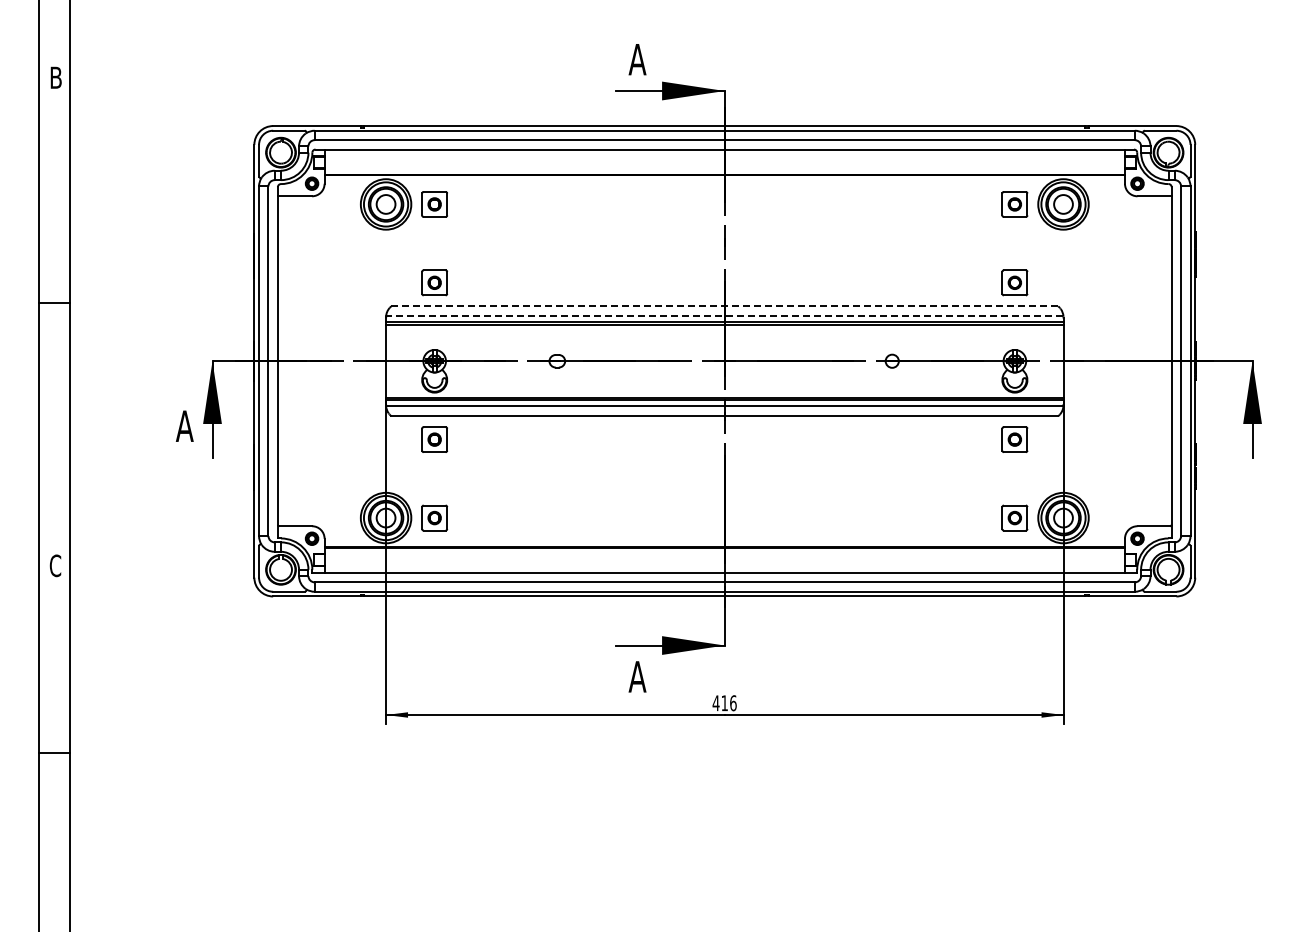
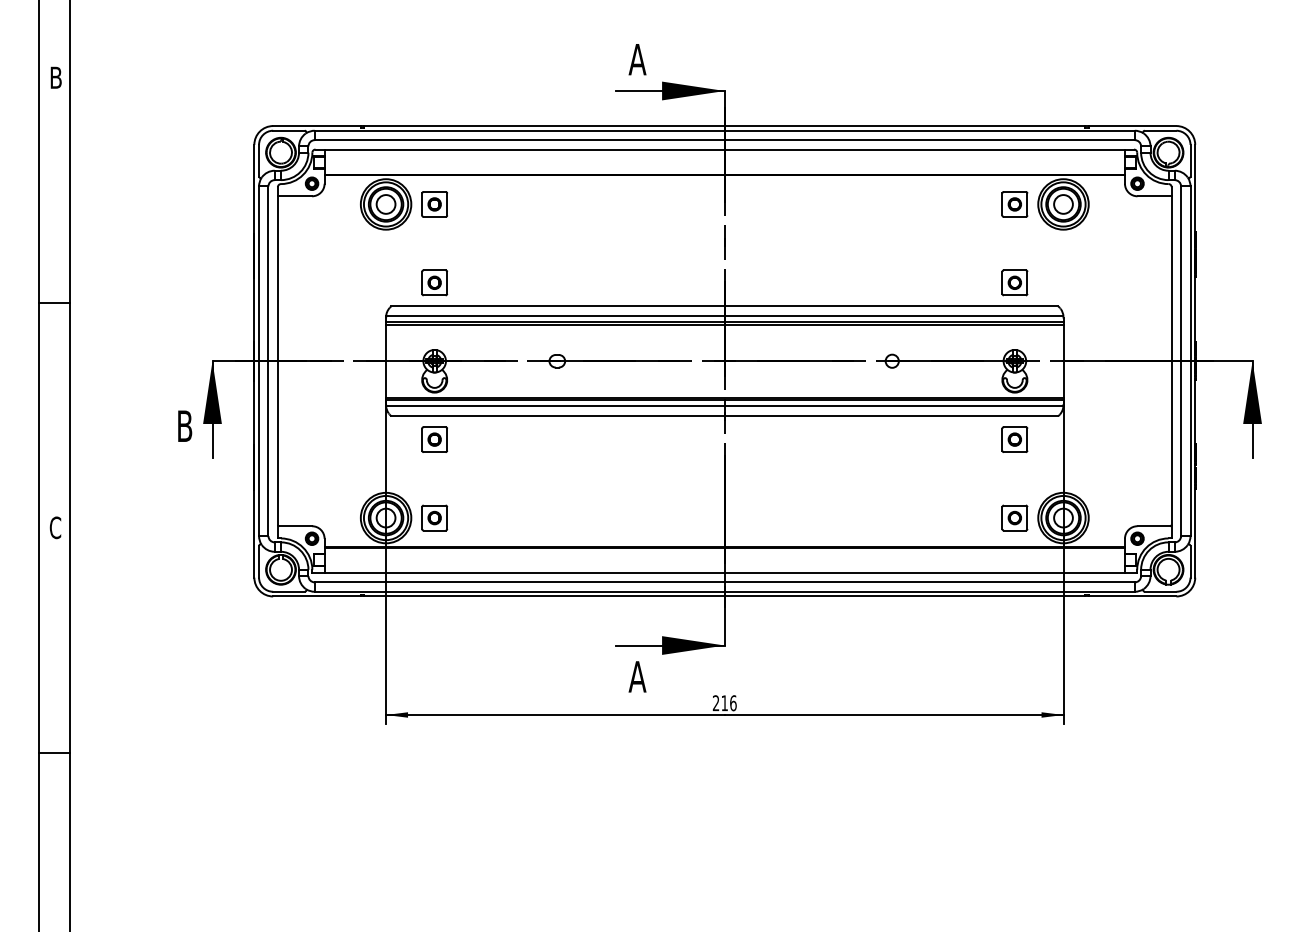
line at (724, 306): dashed -> solid
line at (724, 316): dashed -> solid
text at (184, 425): A -> B
text at (55, 565) position: (55, 565) -> (55, 527)
text at (715, 703): 416 -> 216
